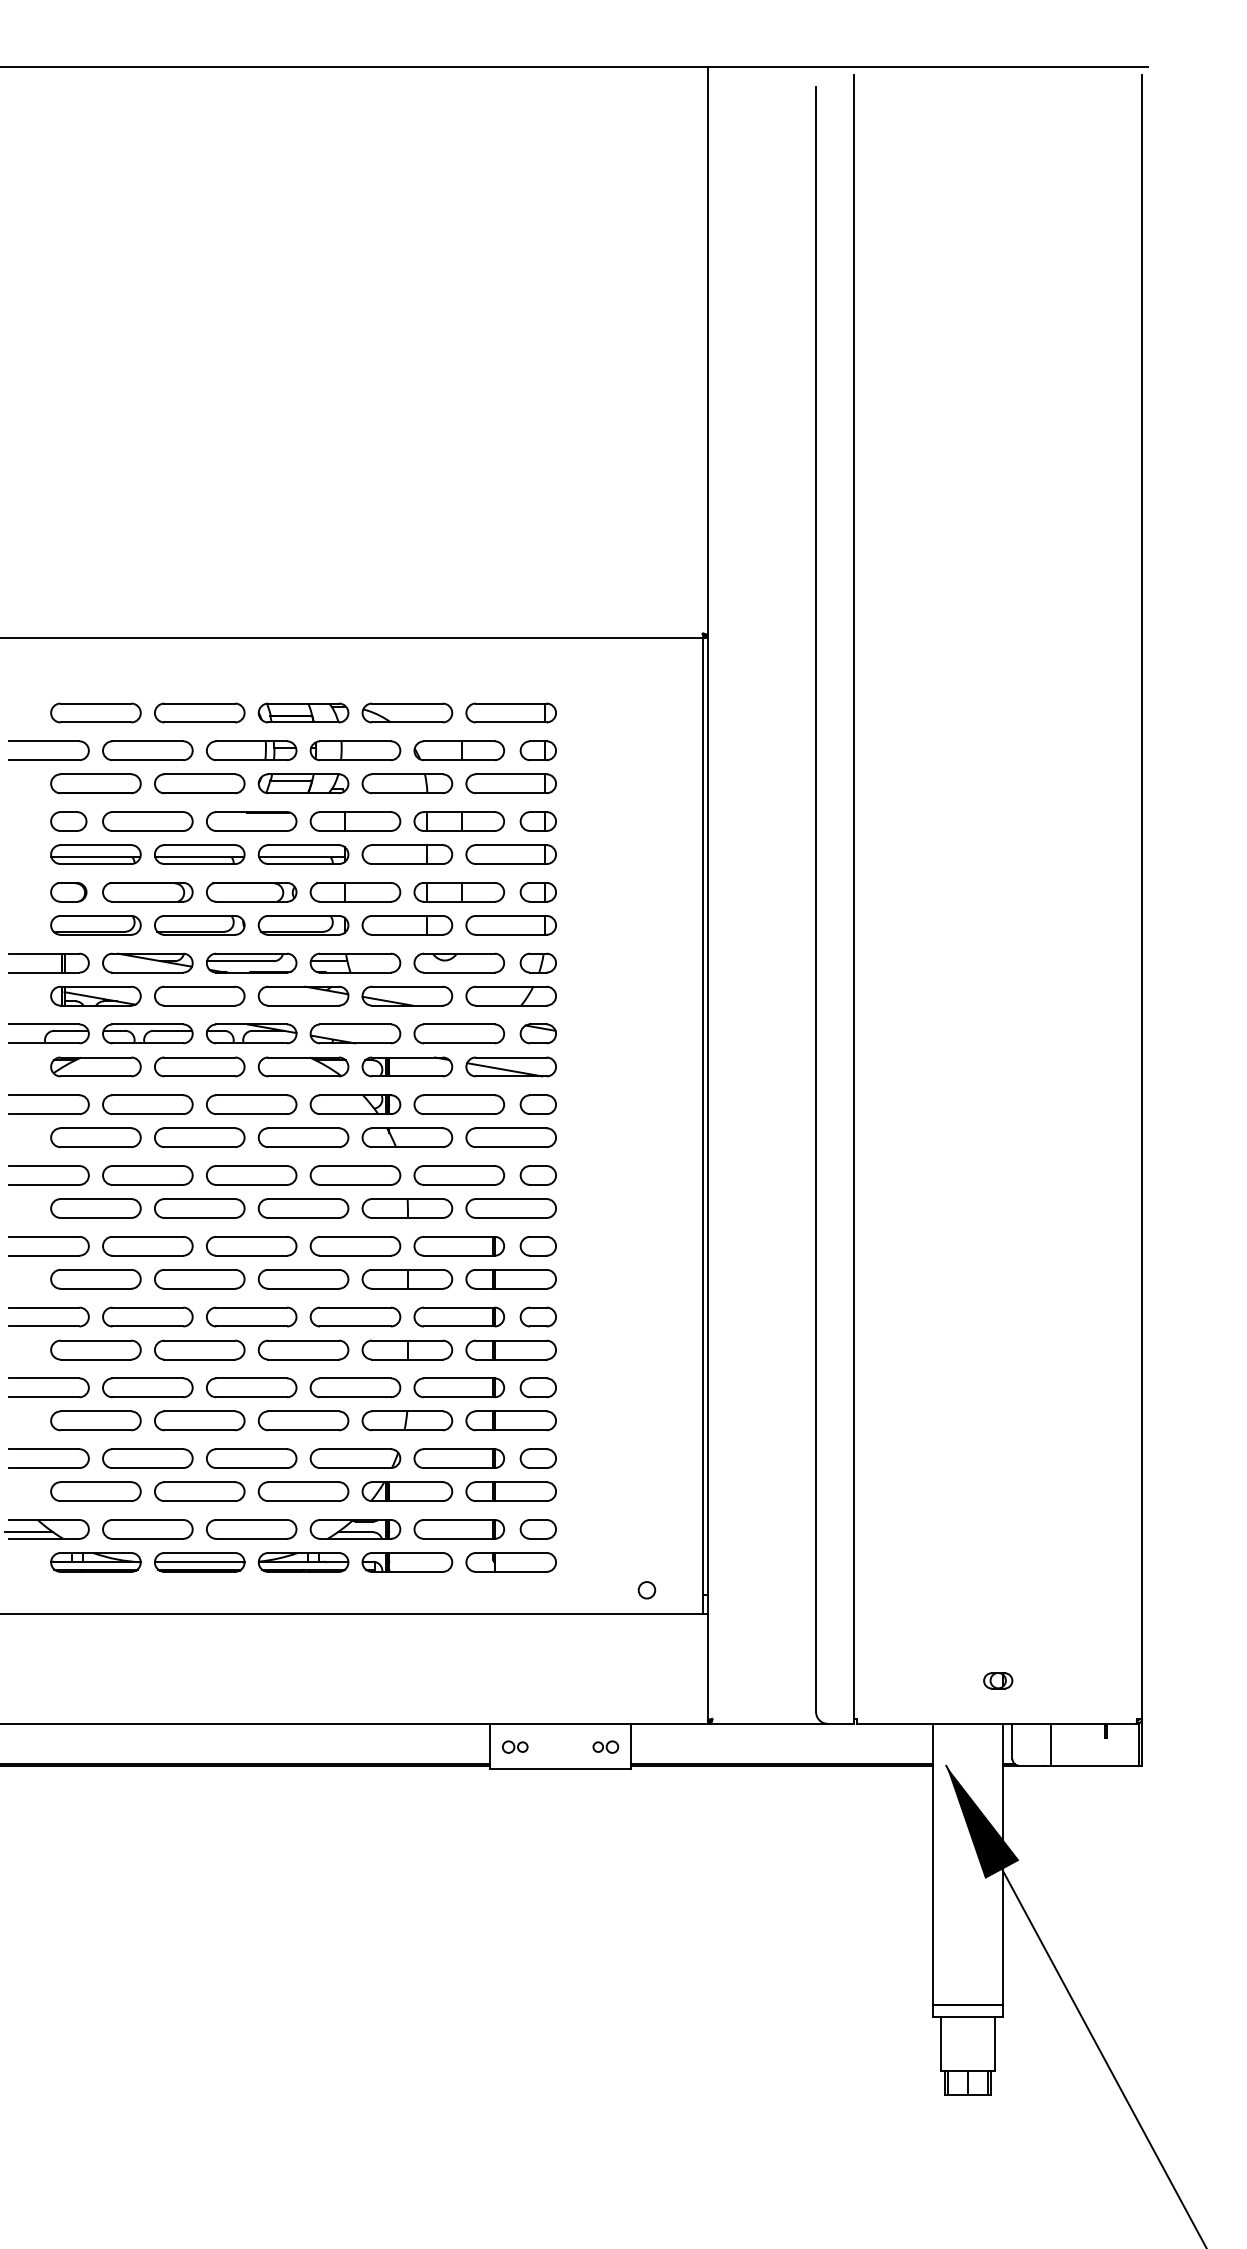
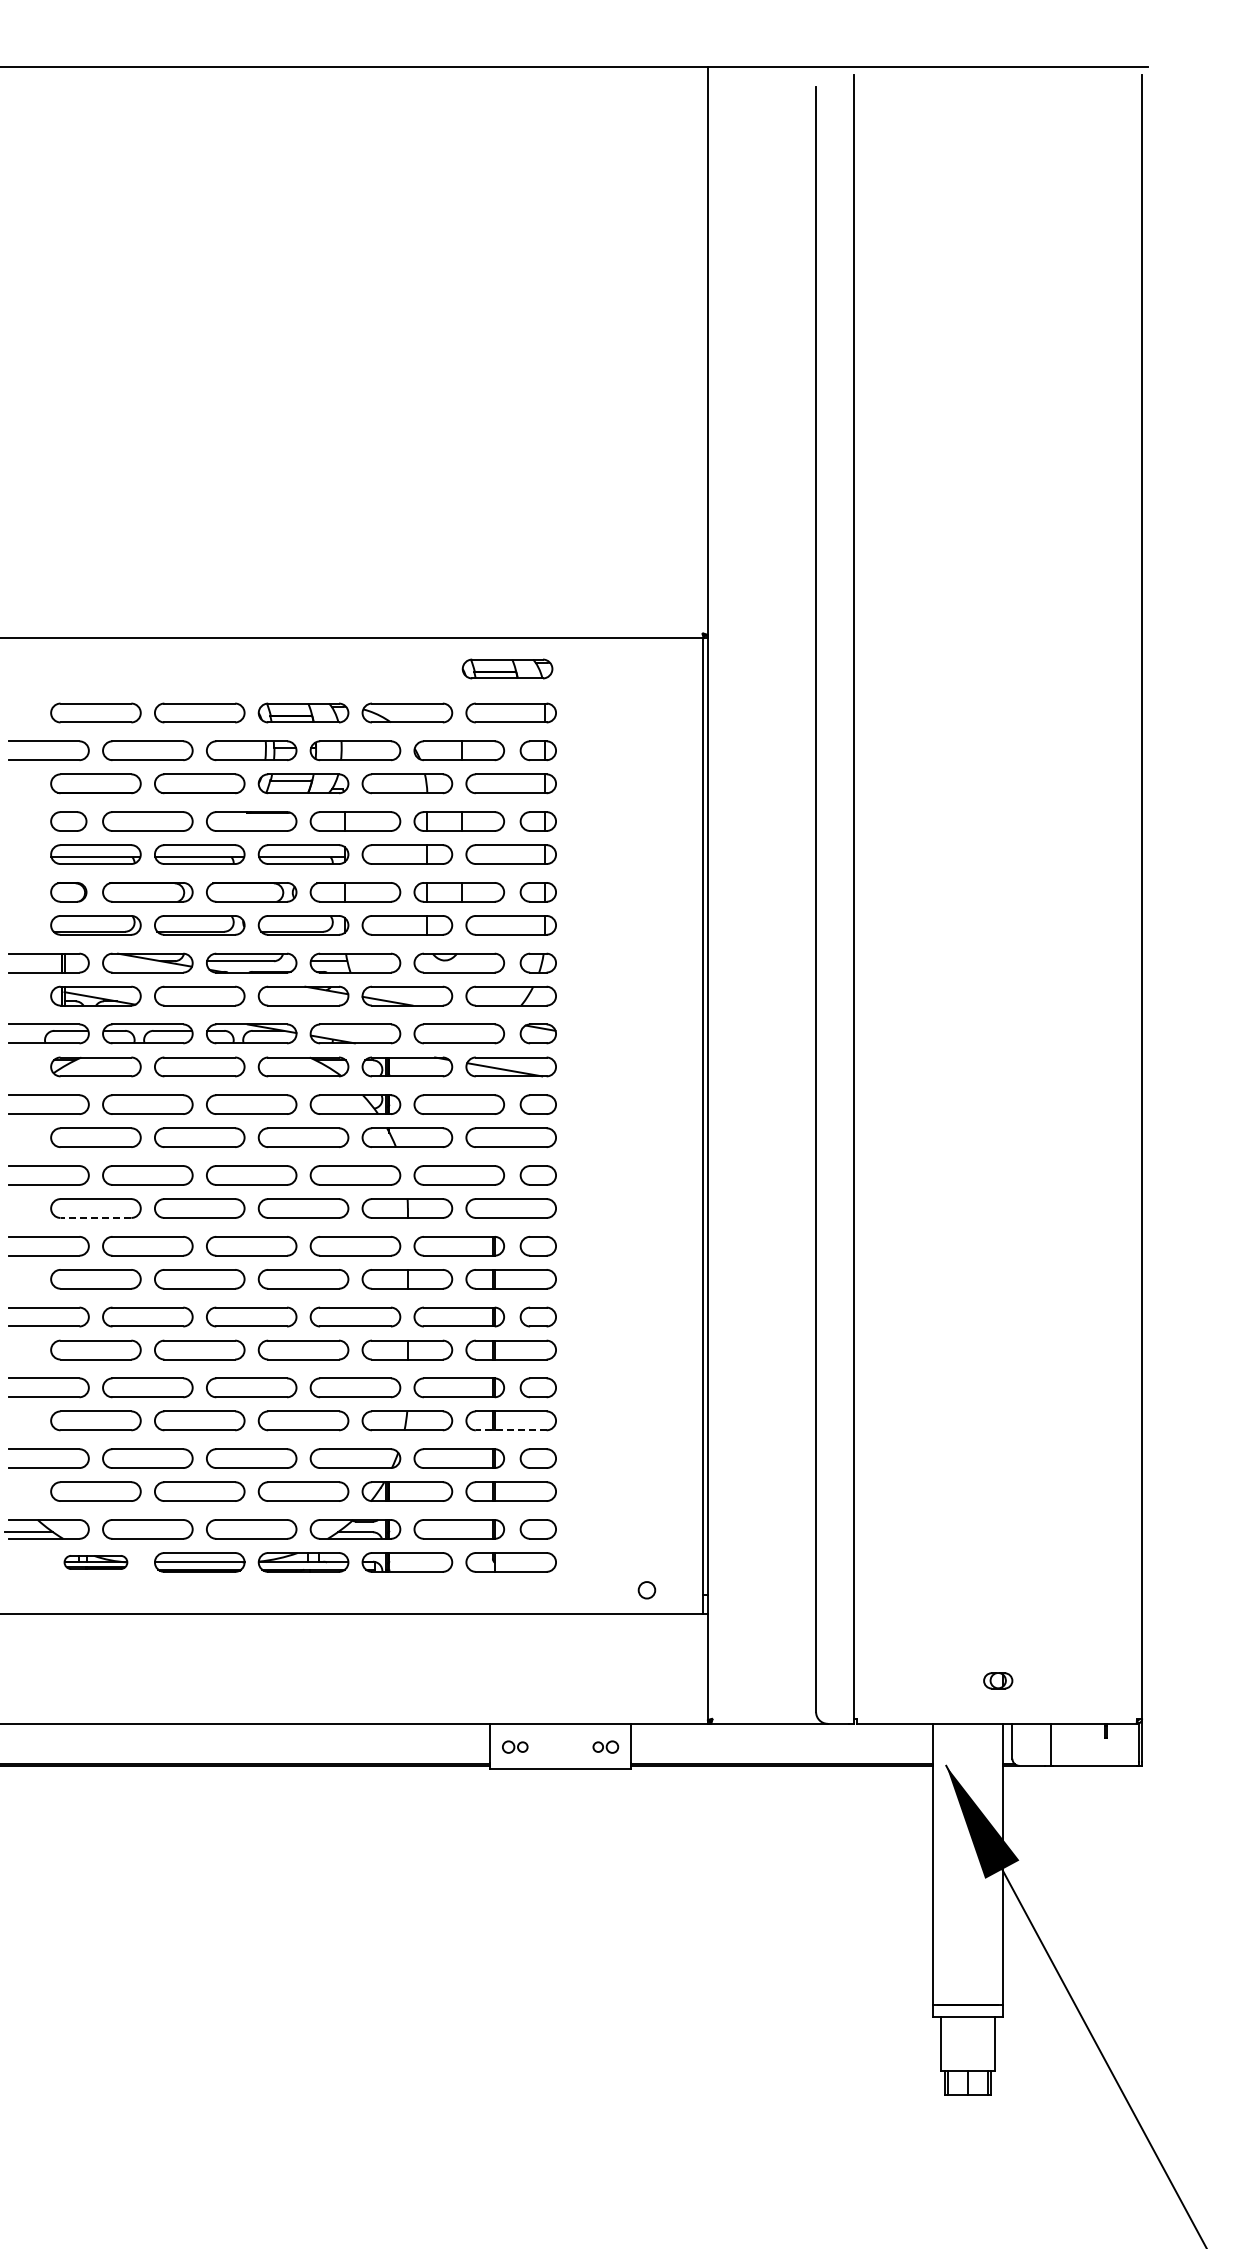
part at (507, 668): none -> present
line at (95, 1217): solid -> dashed
line at (510, 1430): solid -> dashed
part at (95, 1562) size: 92x21 px -> 66x15 px
